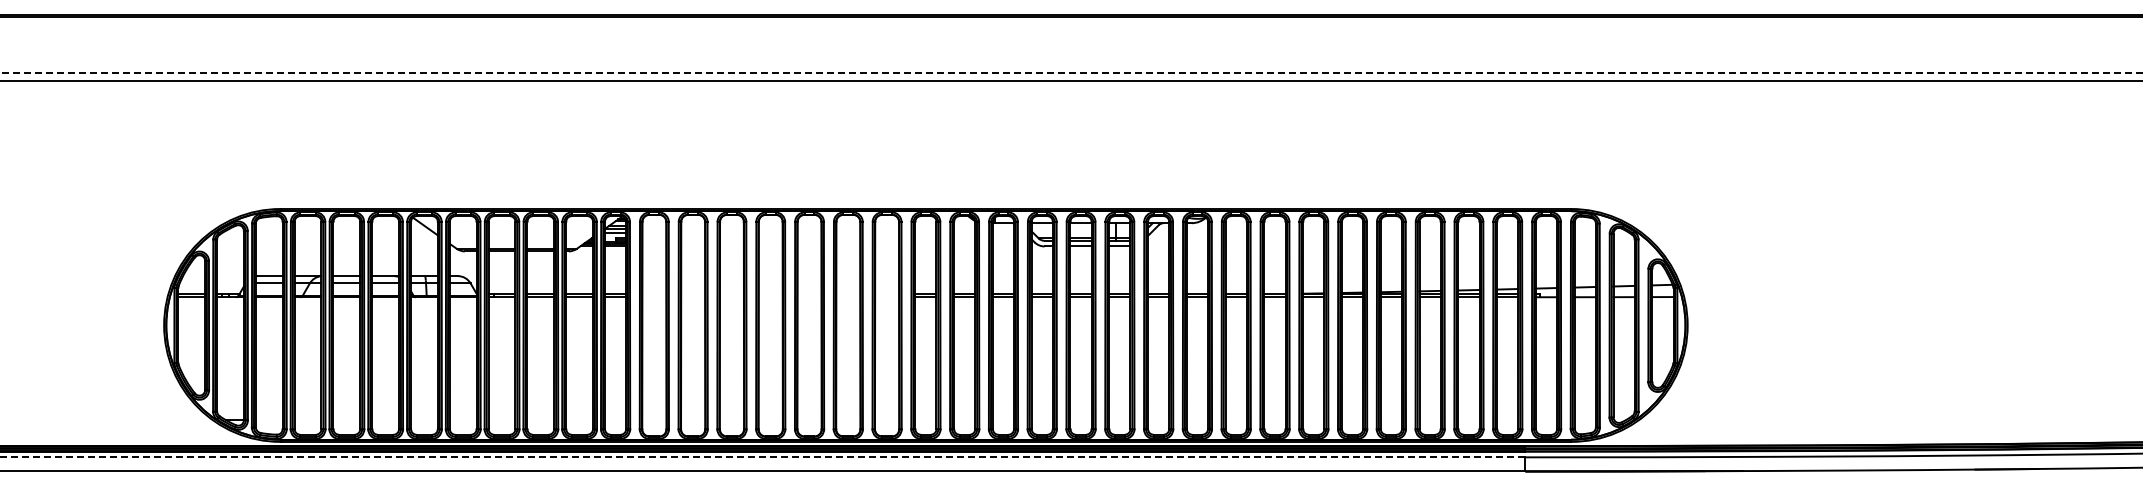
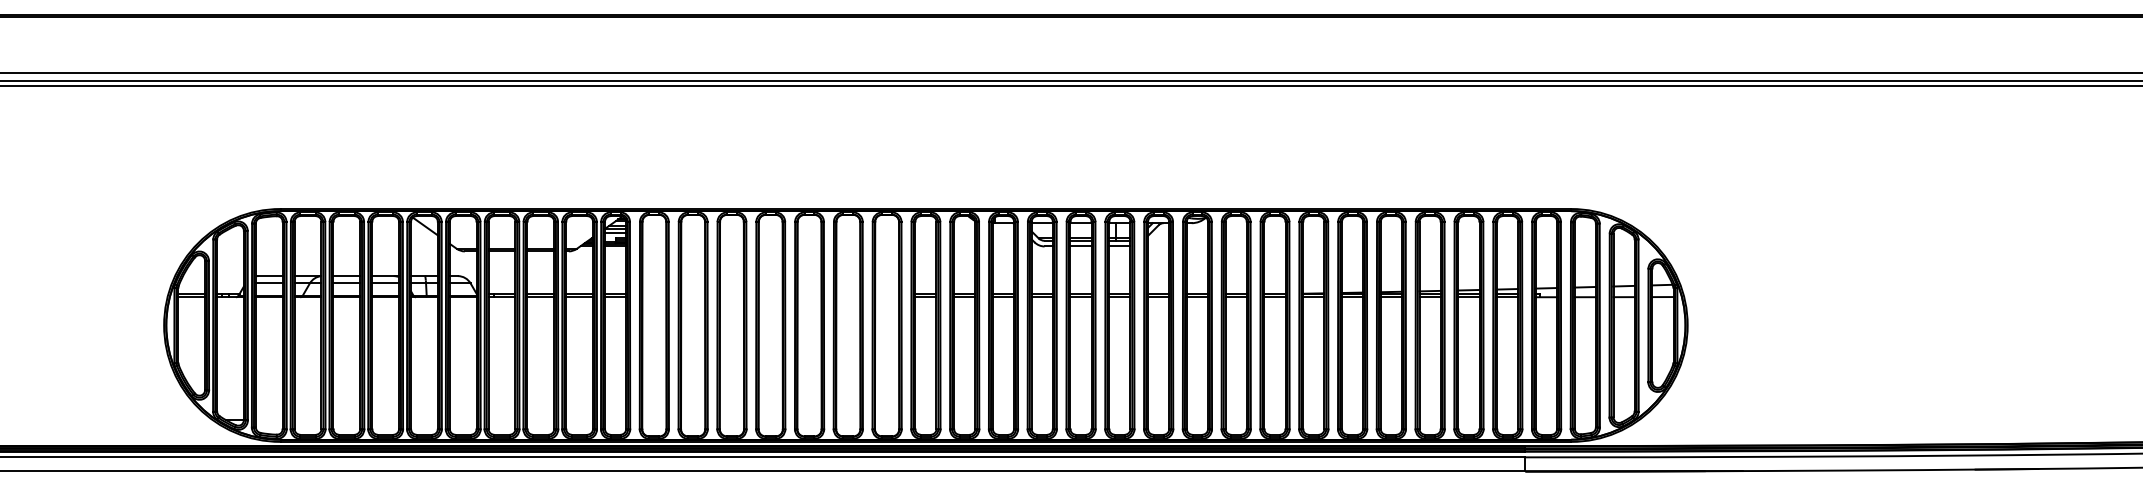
line at (1072, 73): dashed -> solid
line at (1070, 85): none -> present
line at (762, 457): dashed -> solid
